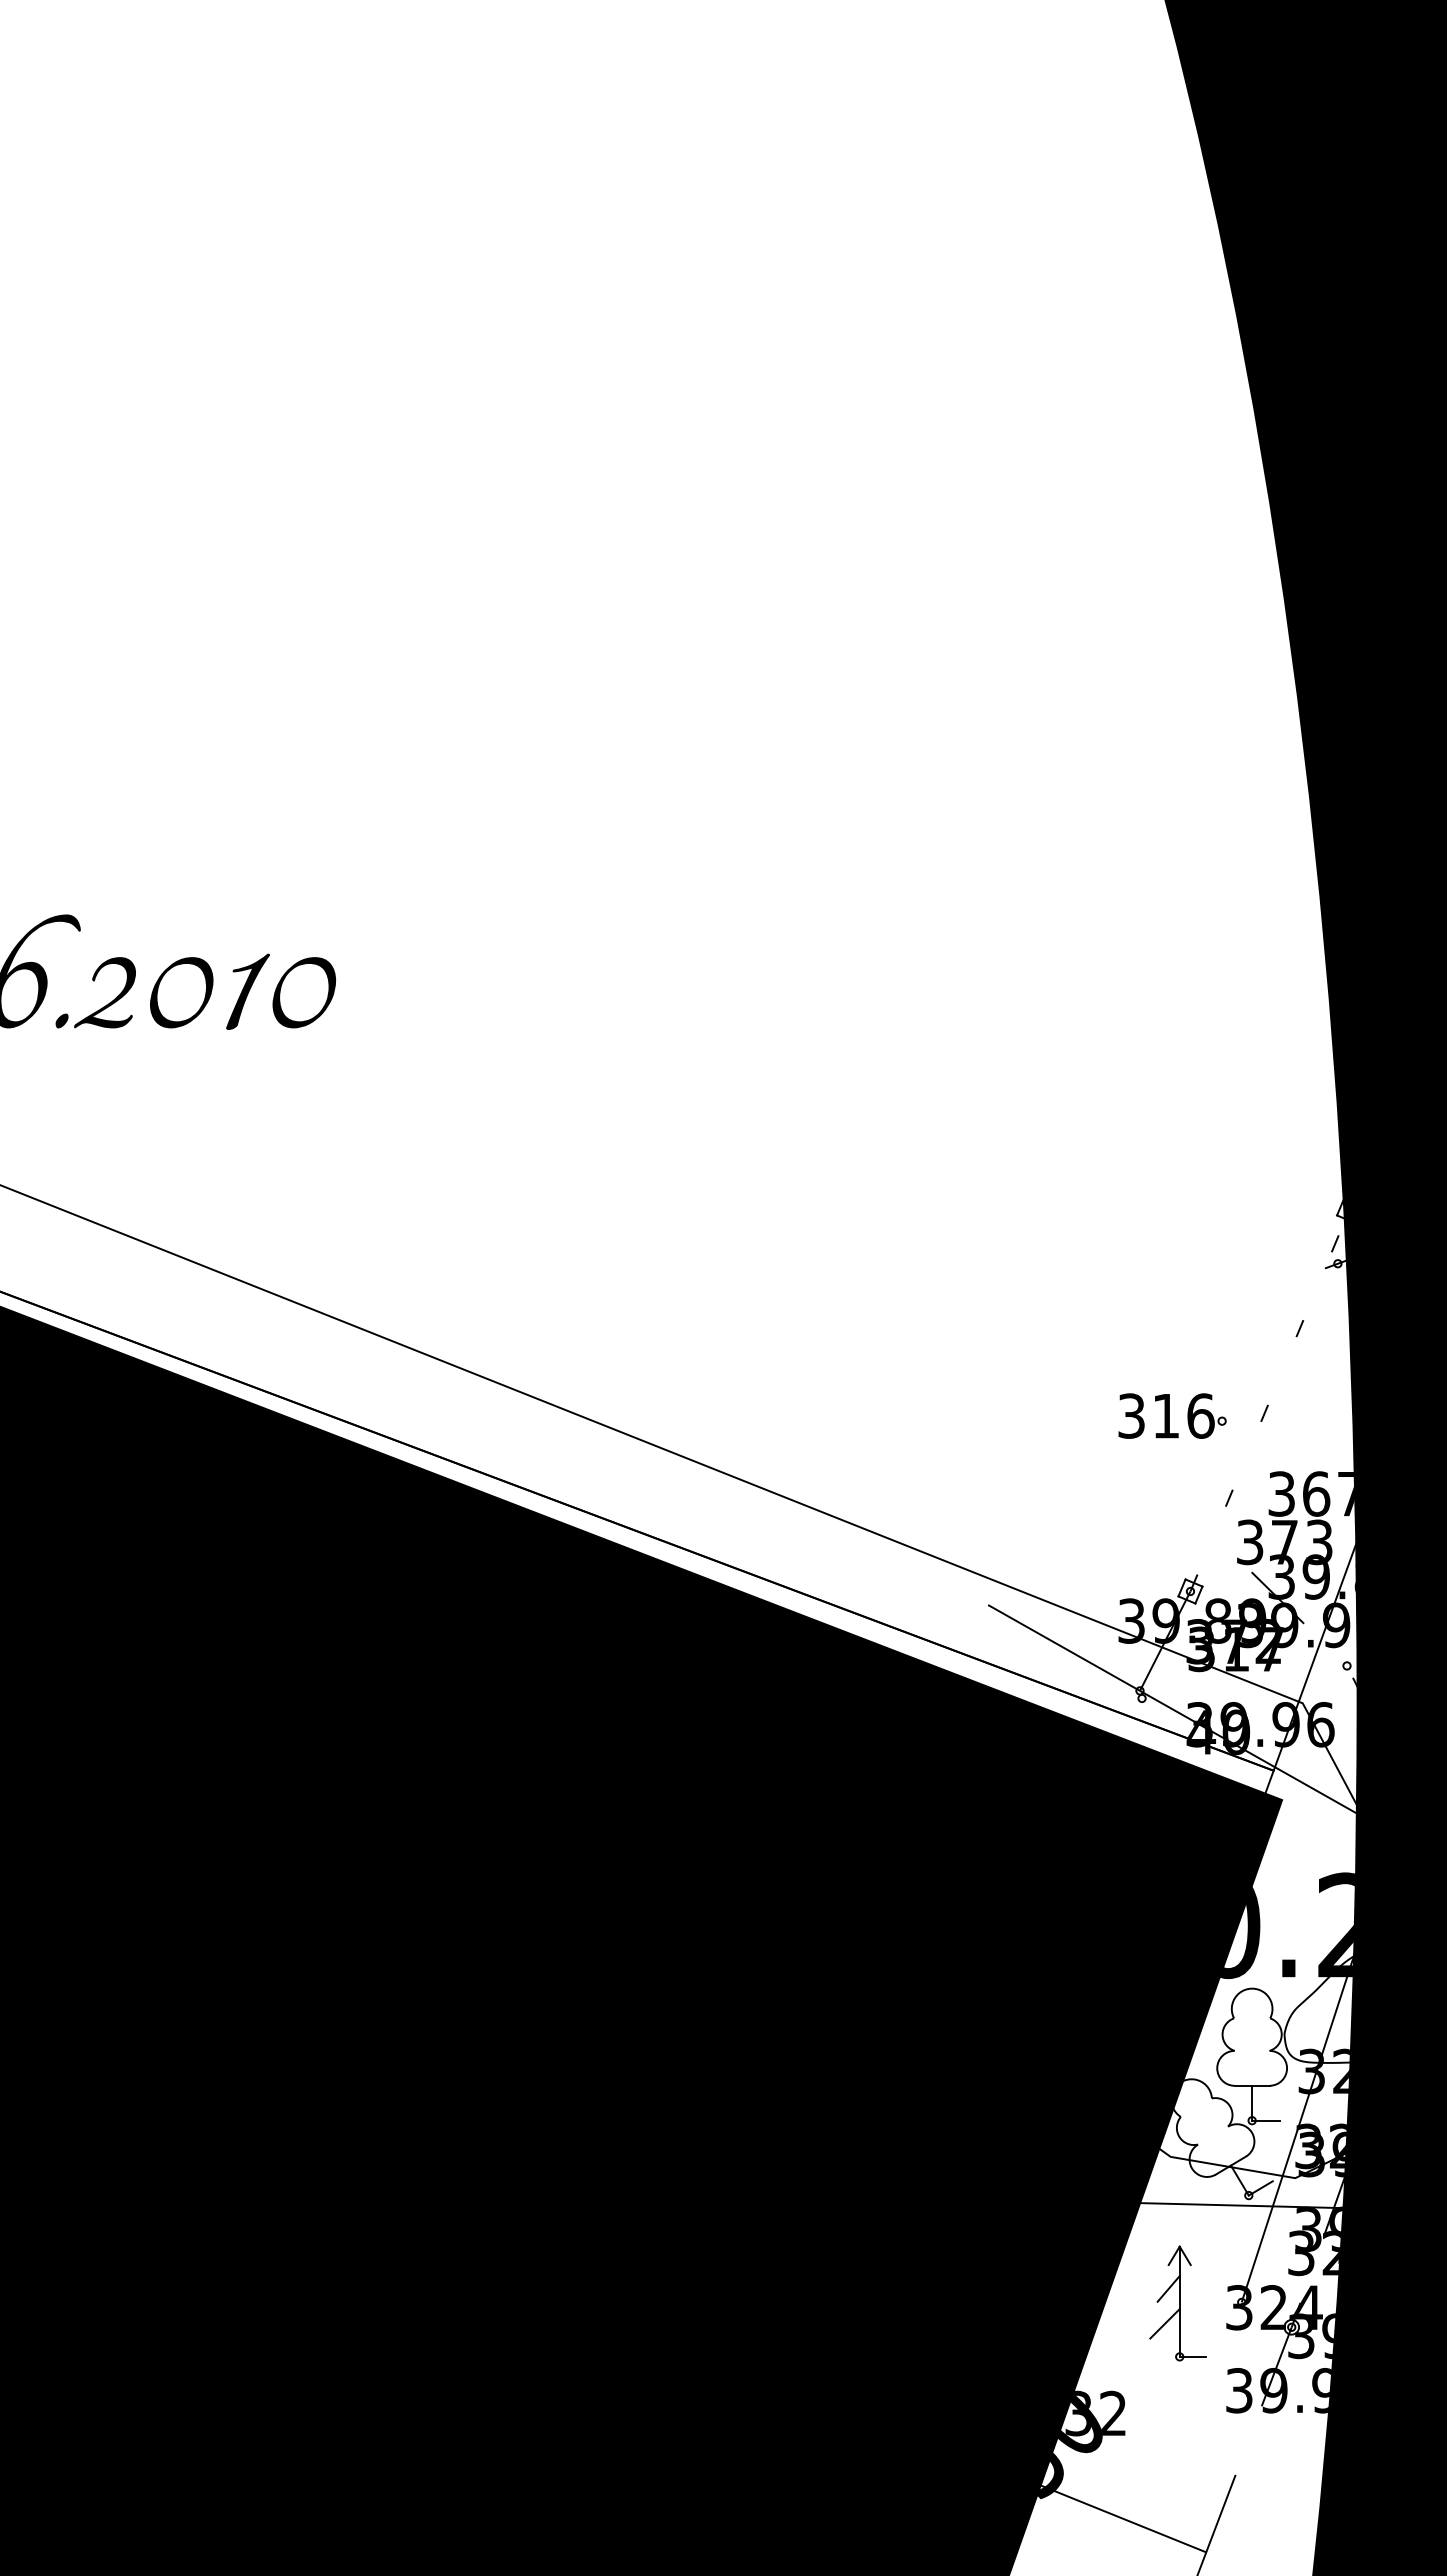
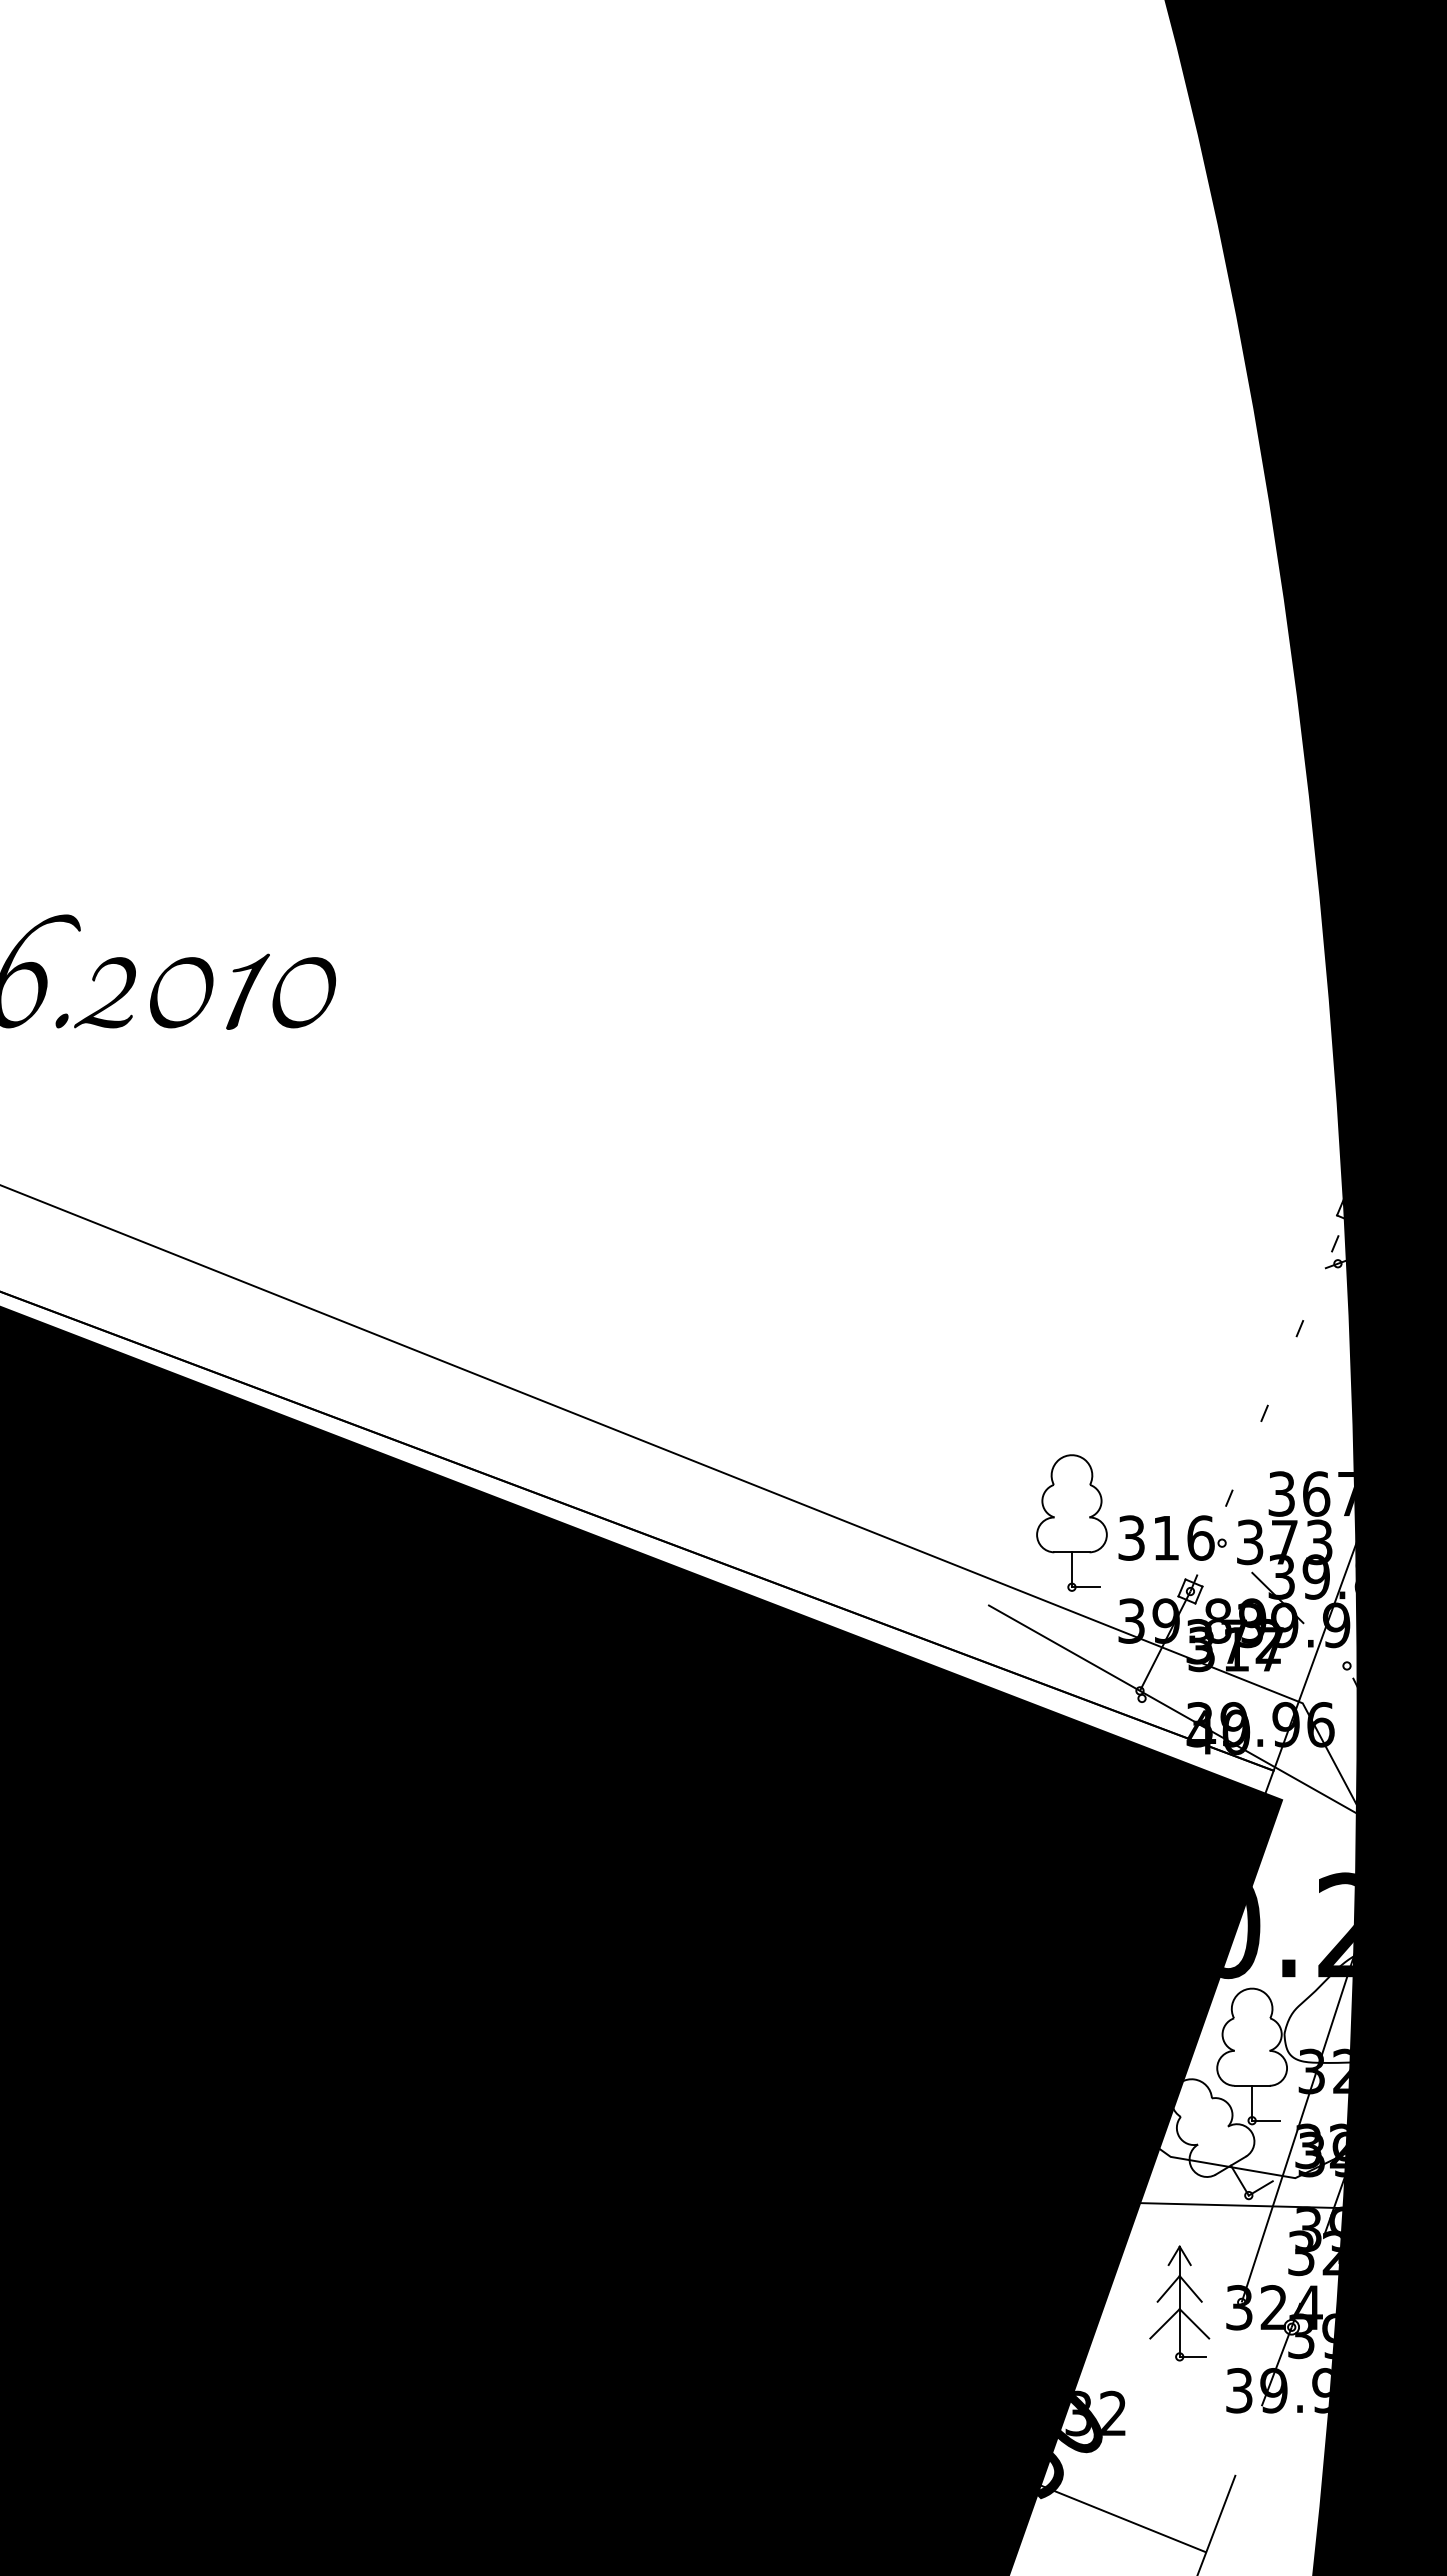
part at (1172, 1415) position: (1172, 1415) -> (1172, 1537)
part at (1071, 1522): none -> present
line at (1190, 2288): none -> present
line at (1194, 2323): none -> present
